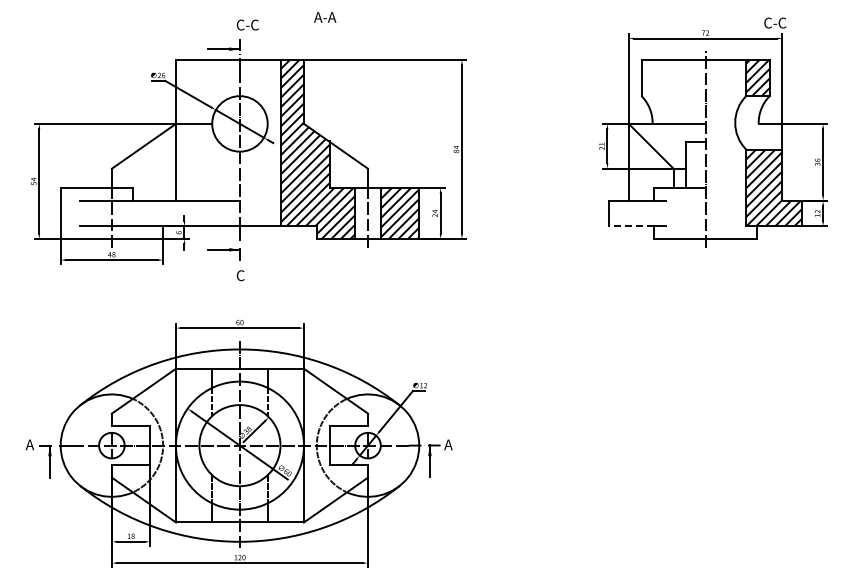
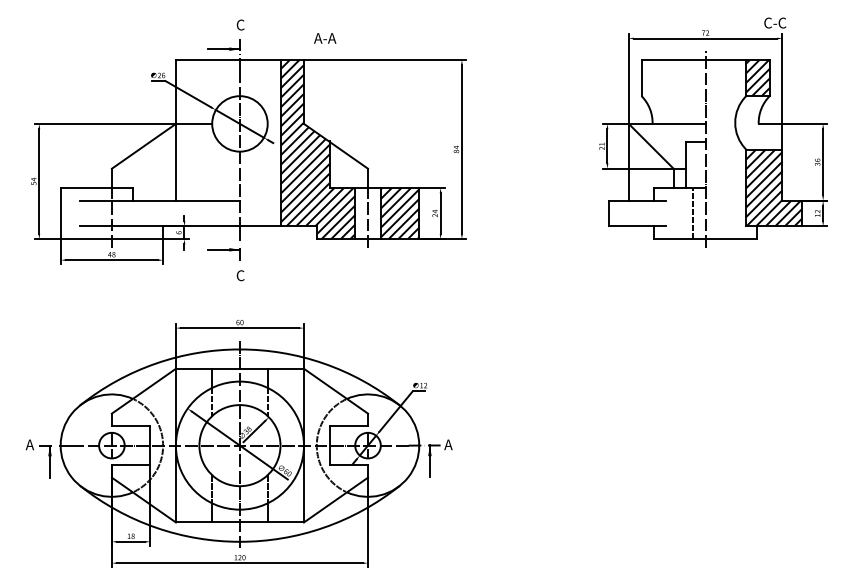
text at (325, 17) position: (325, 17) -> (325, 38)
text at (252, 24): C-C -> C
line at (692, 213): none -> present
line at (631, 226): dashed -> solid
